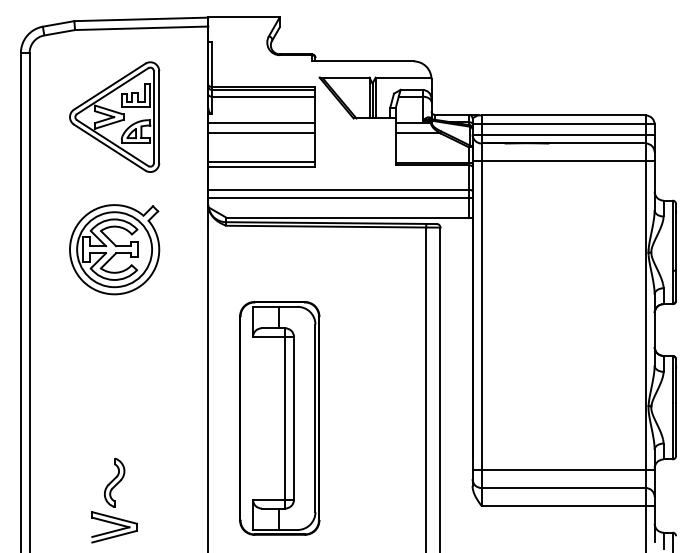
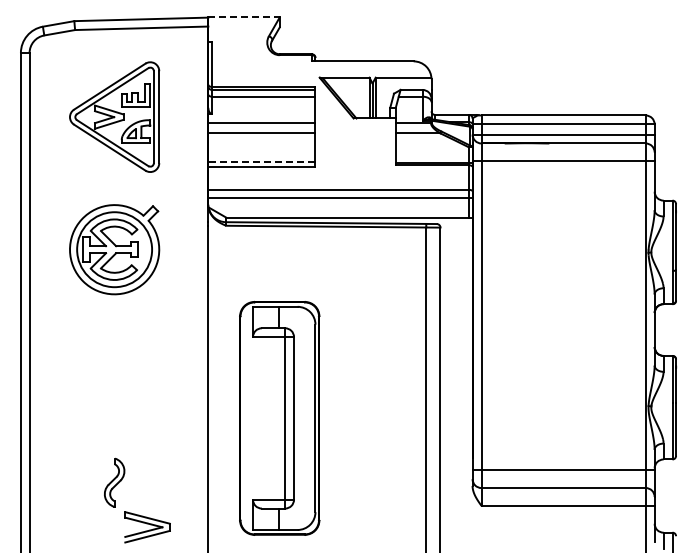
line at (244, 16): solid -> dashed
line at (261, 162): solid -> dashed
part at (114, 527) position: (114, 527) -> (147, 527)
